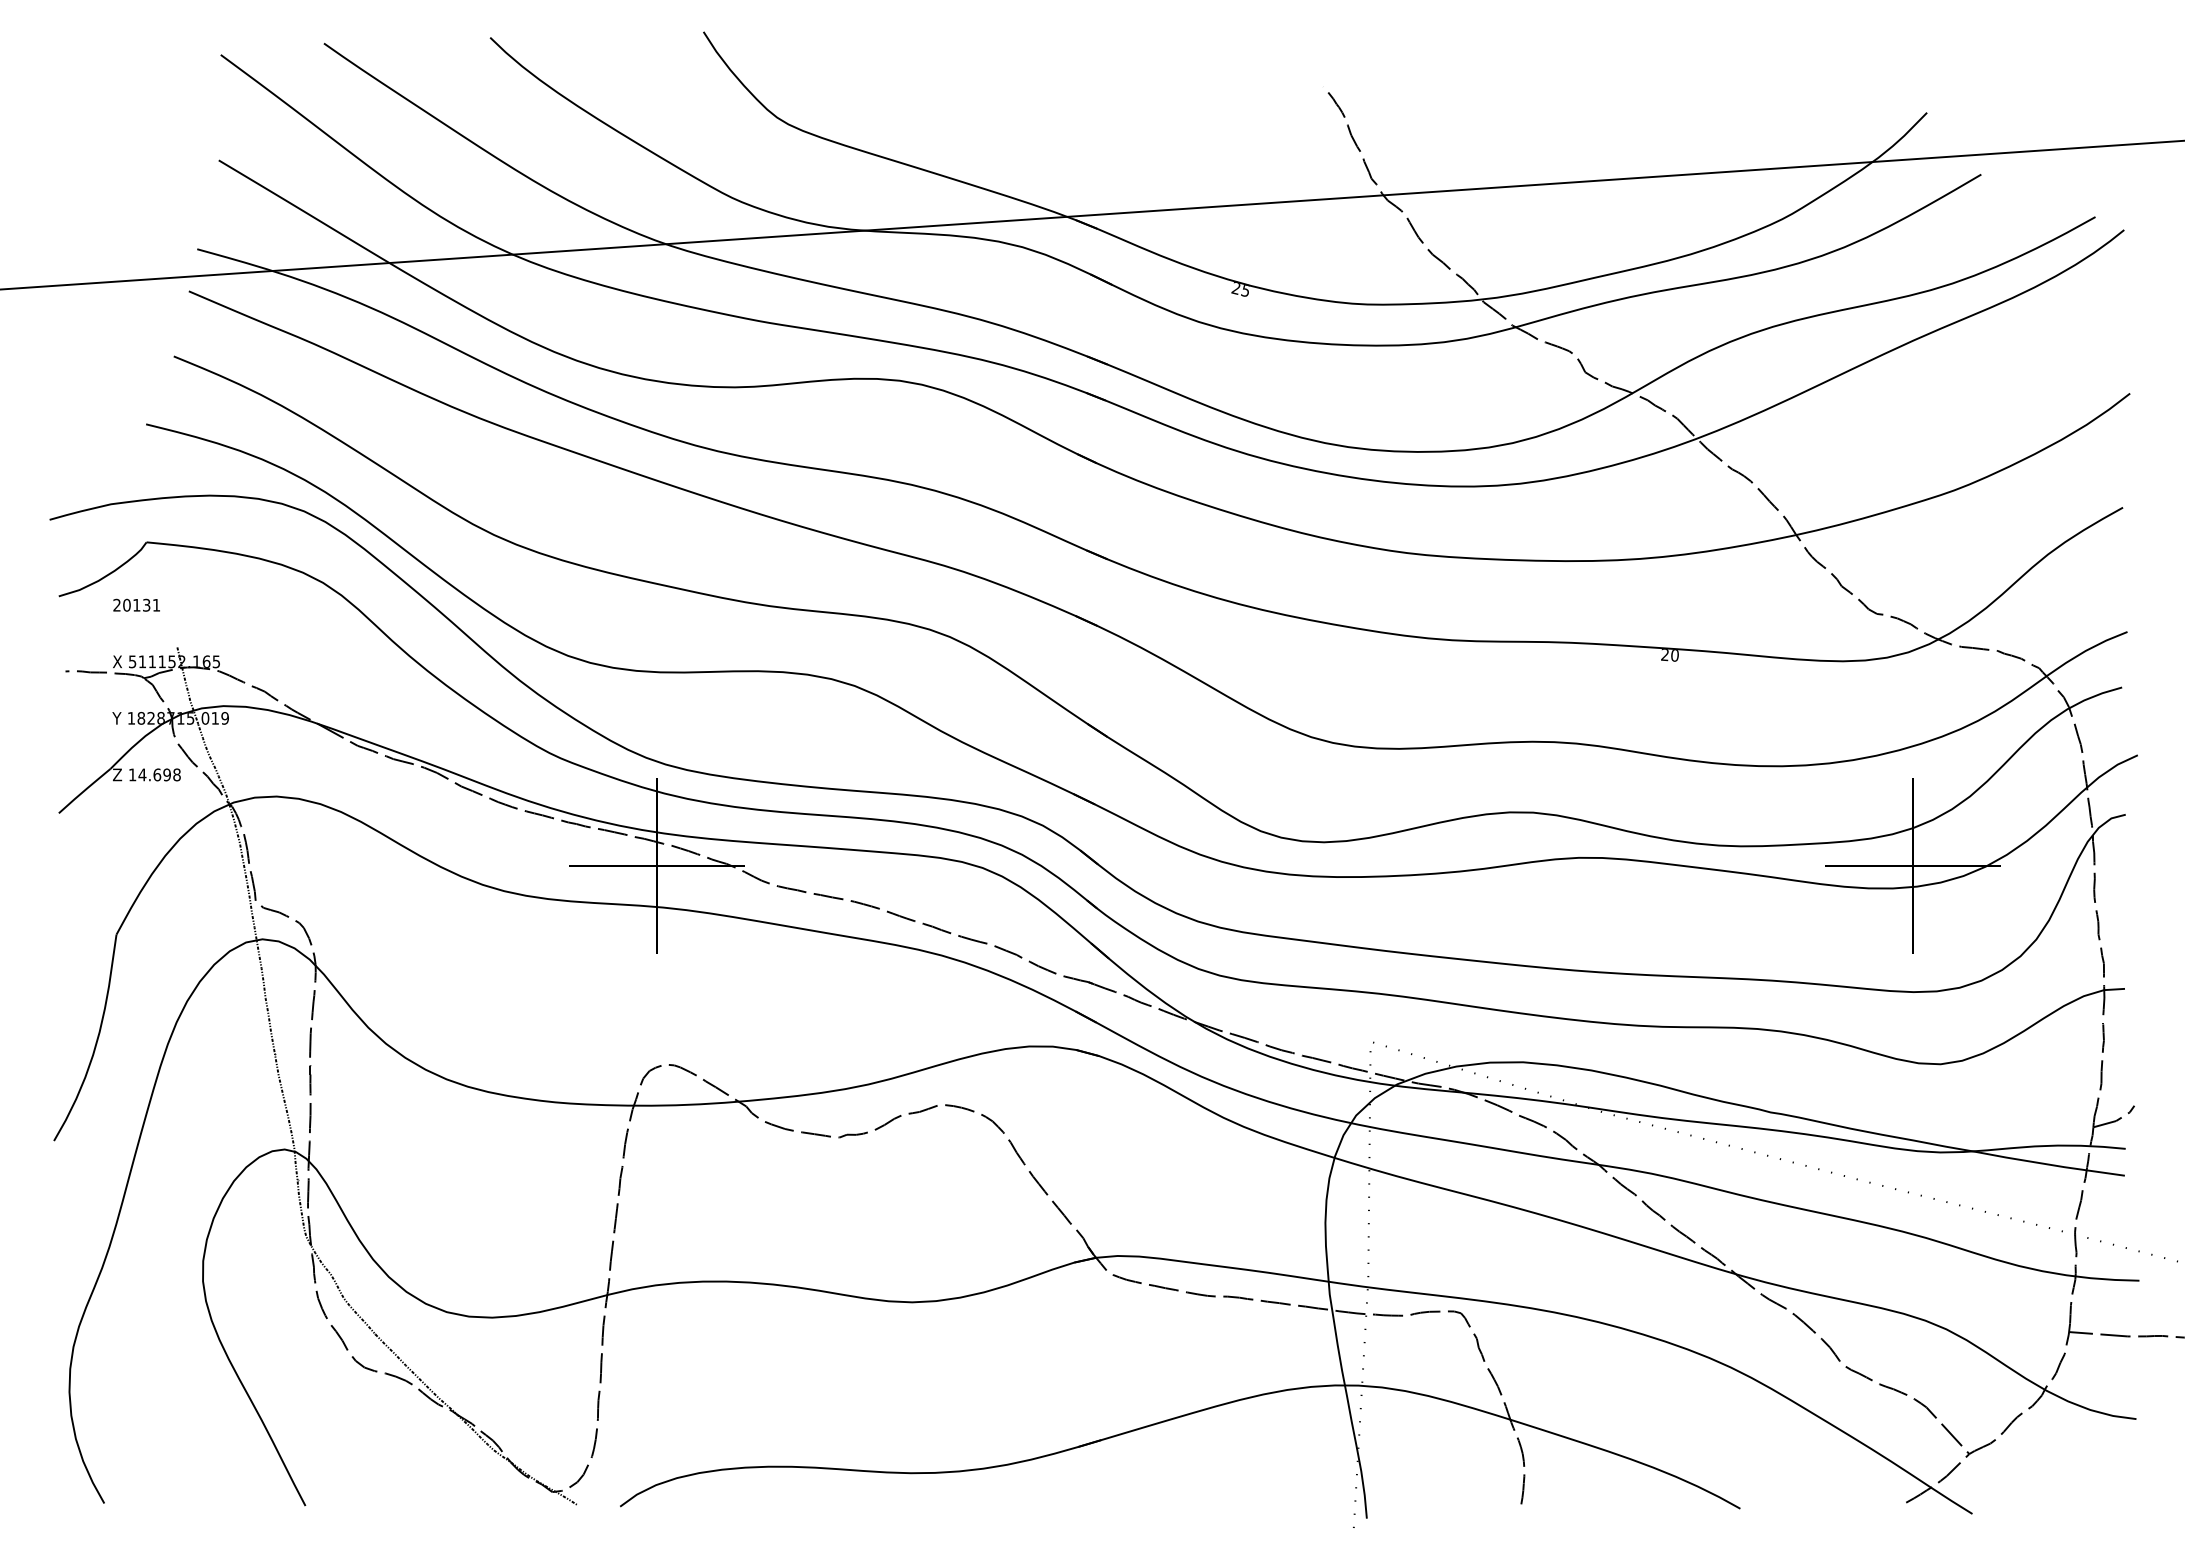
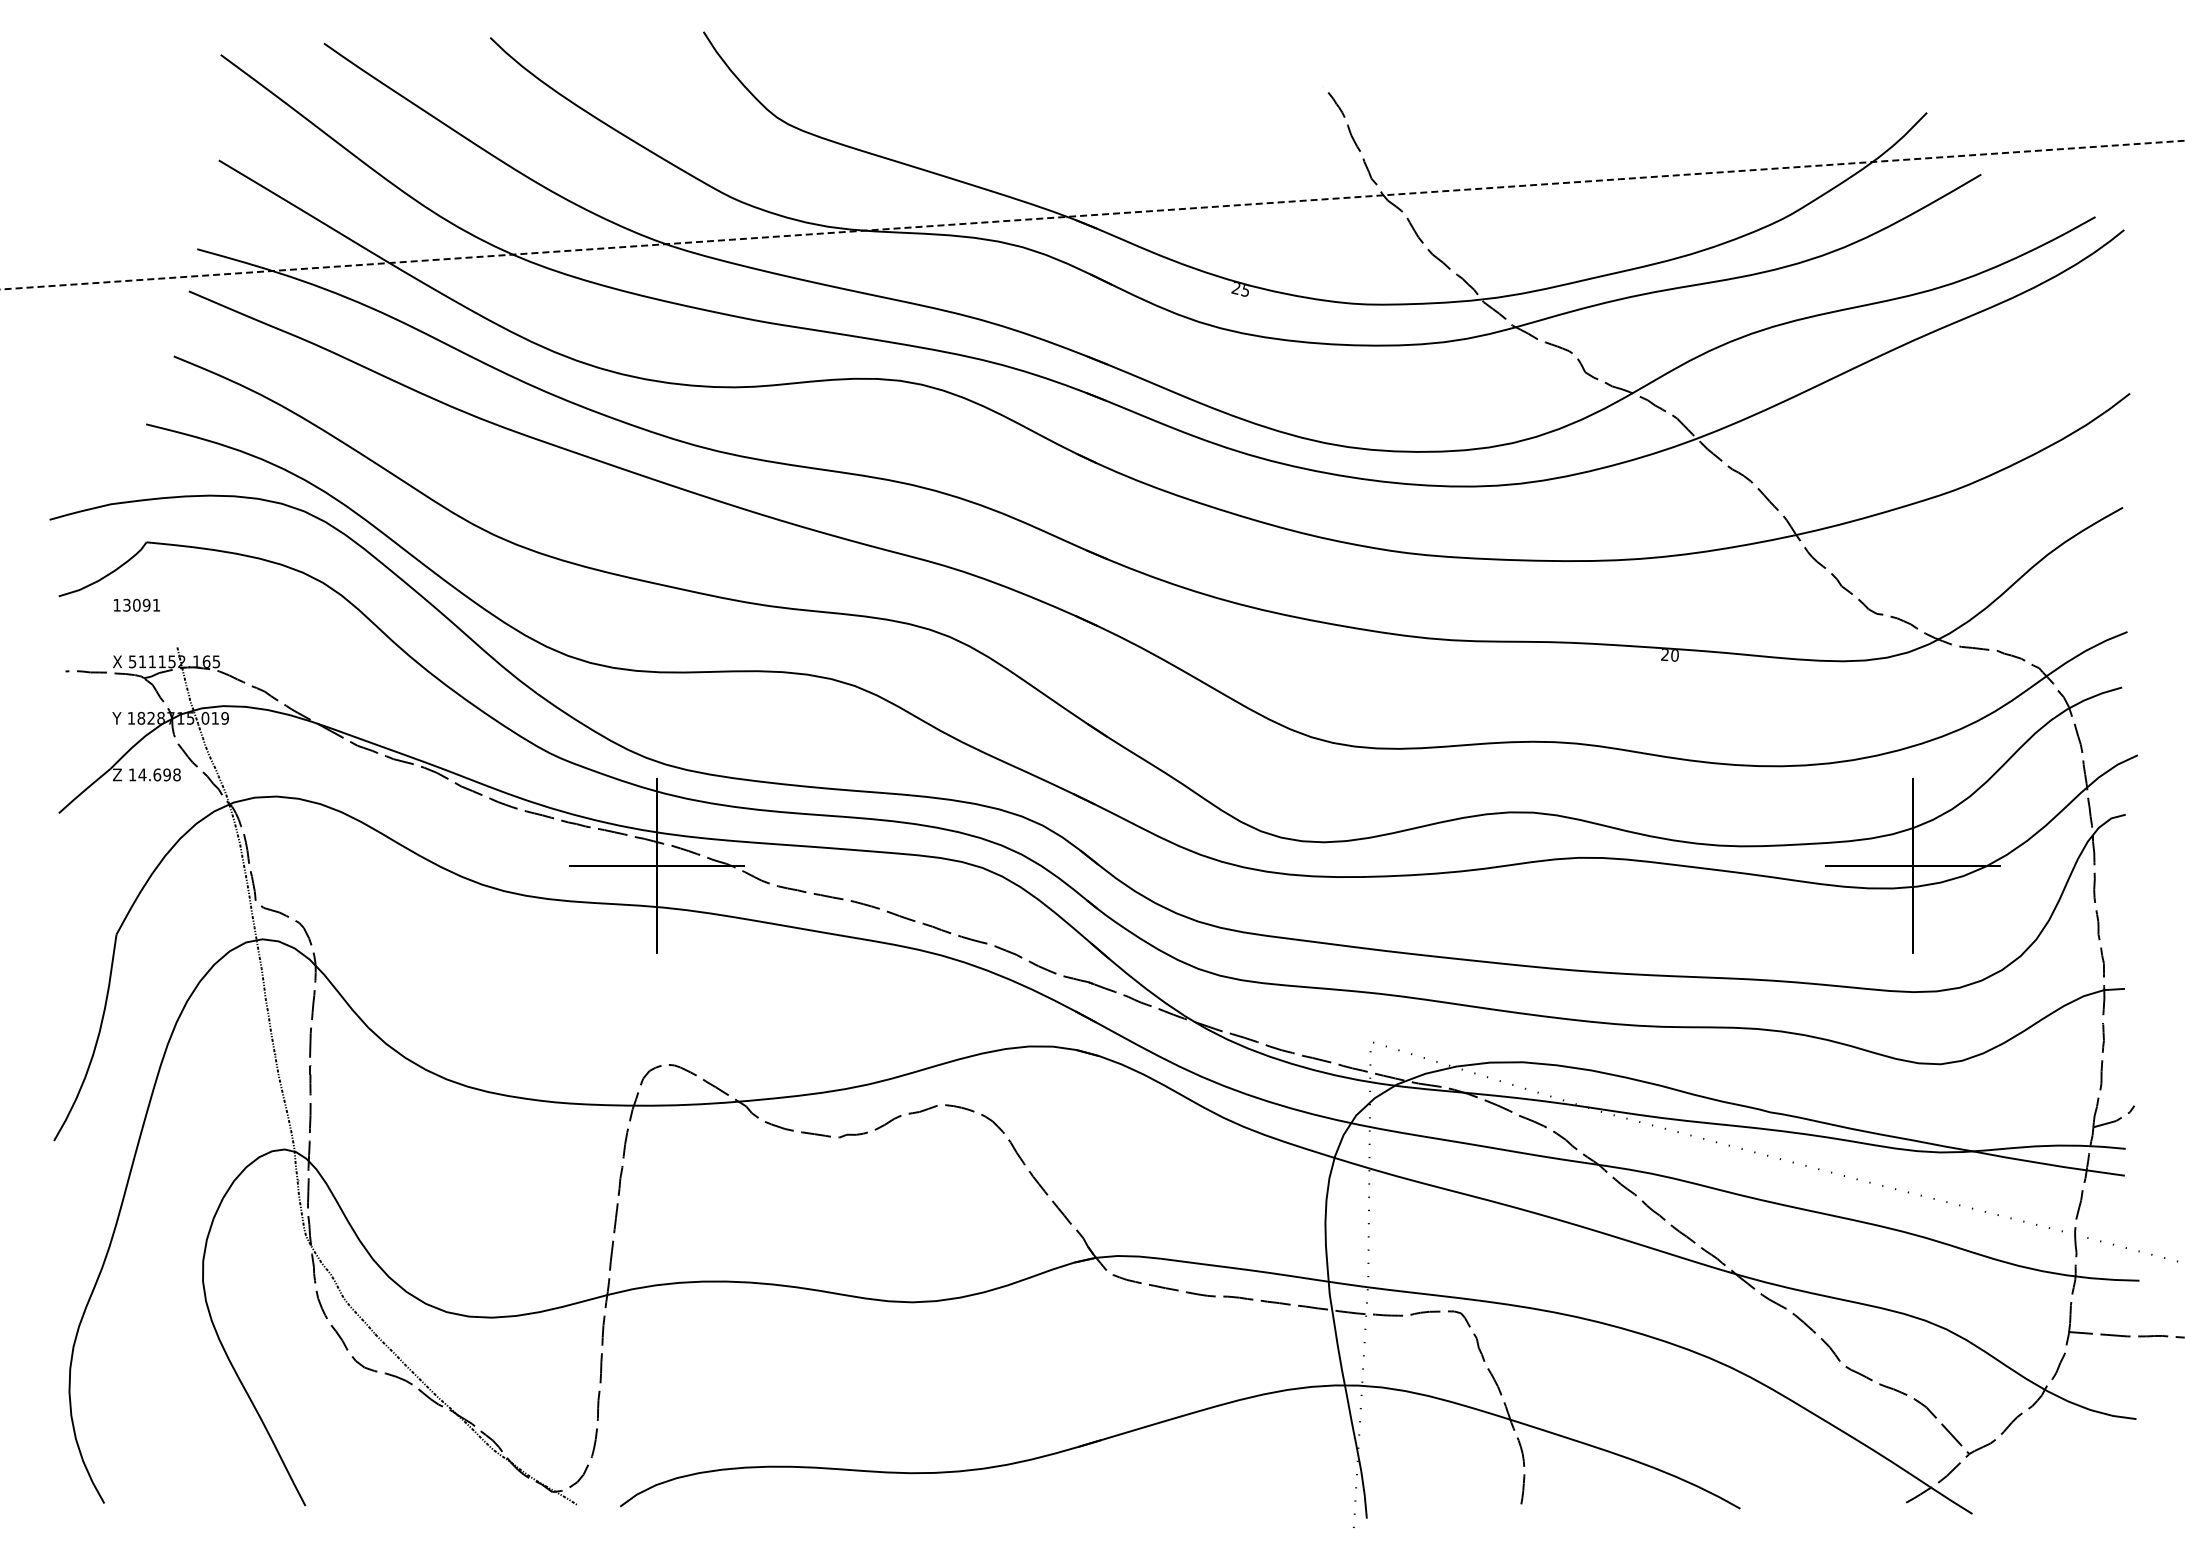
line at (1092, 215): solid -> dashed
text at (131, 604): 20131 -> 13091
